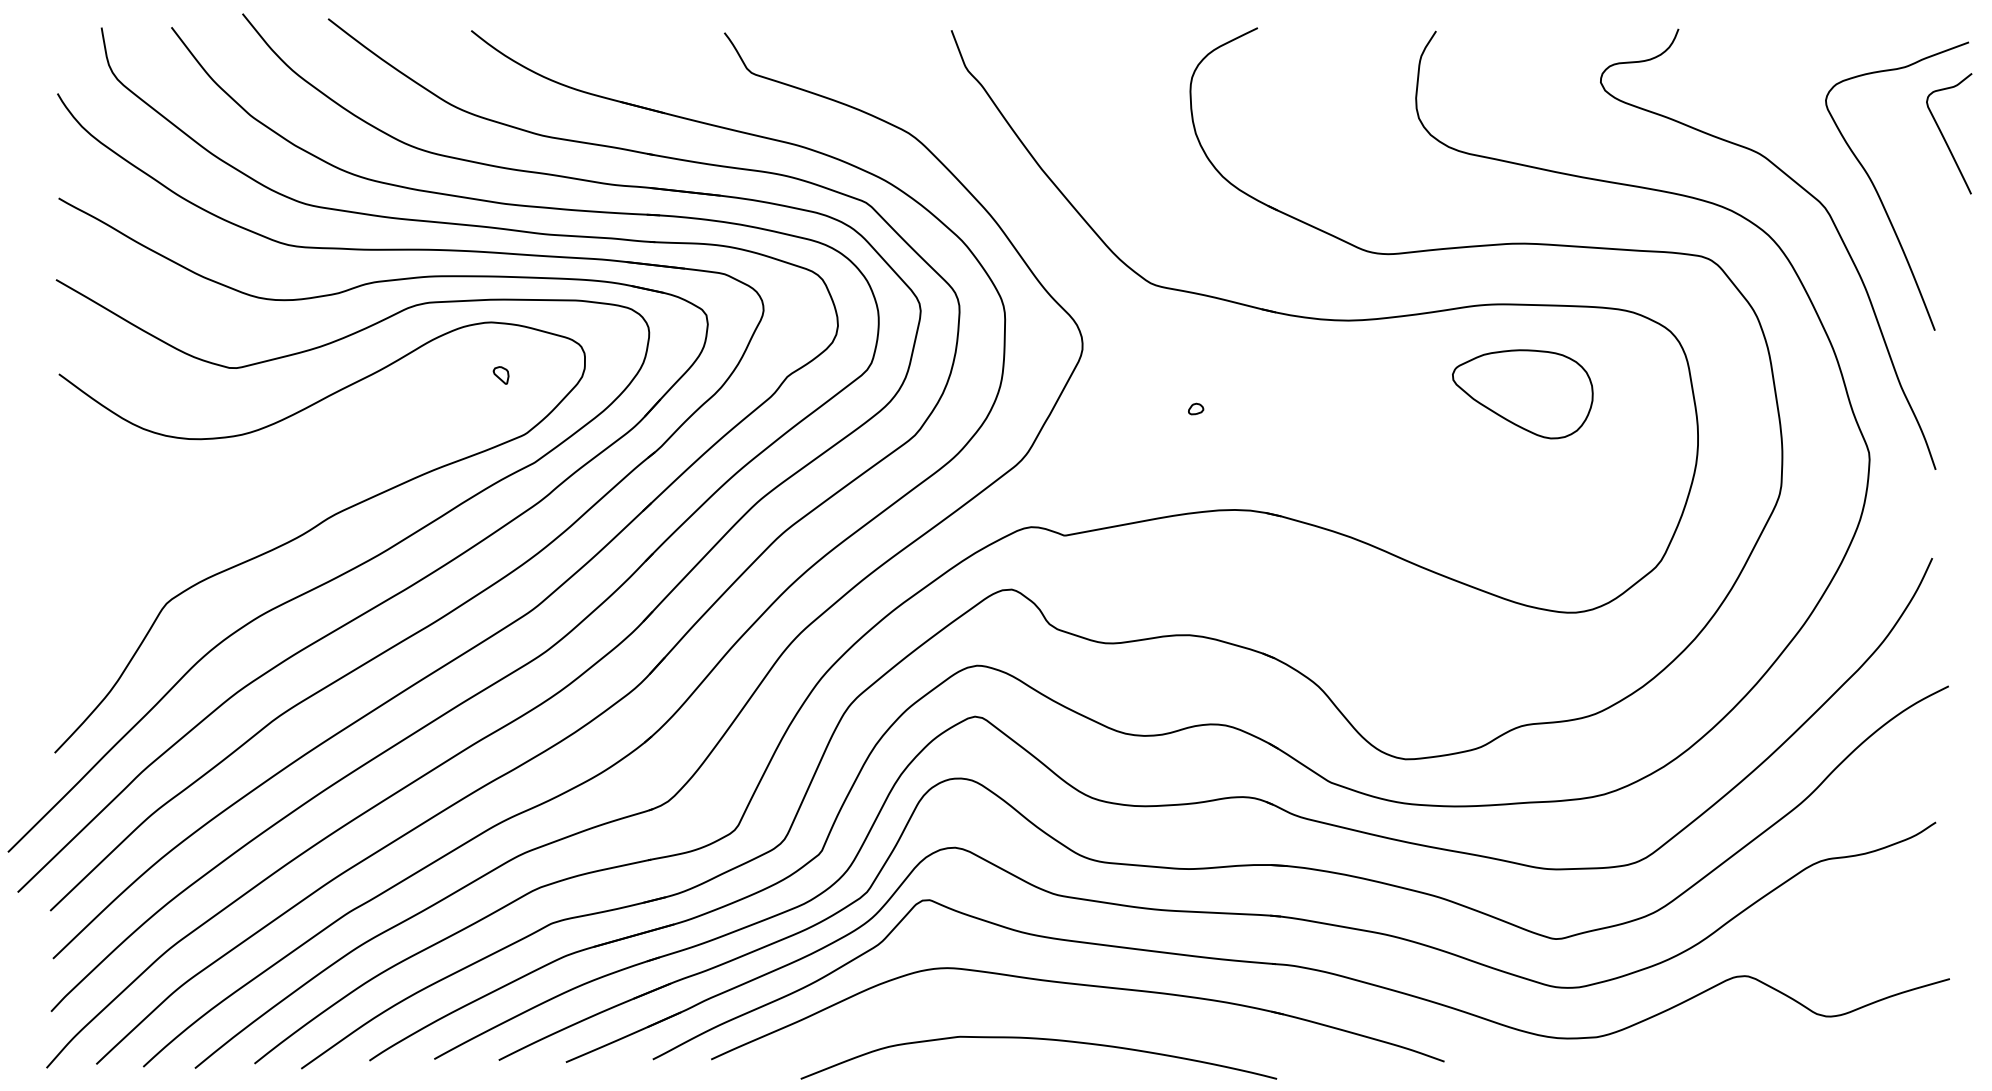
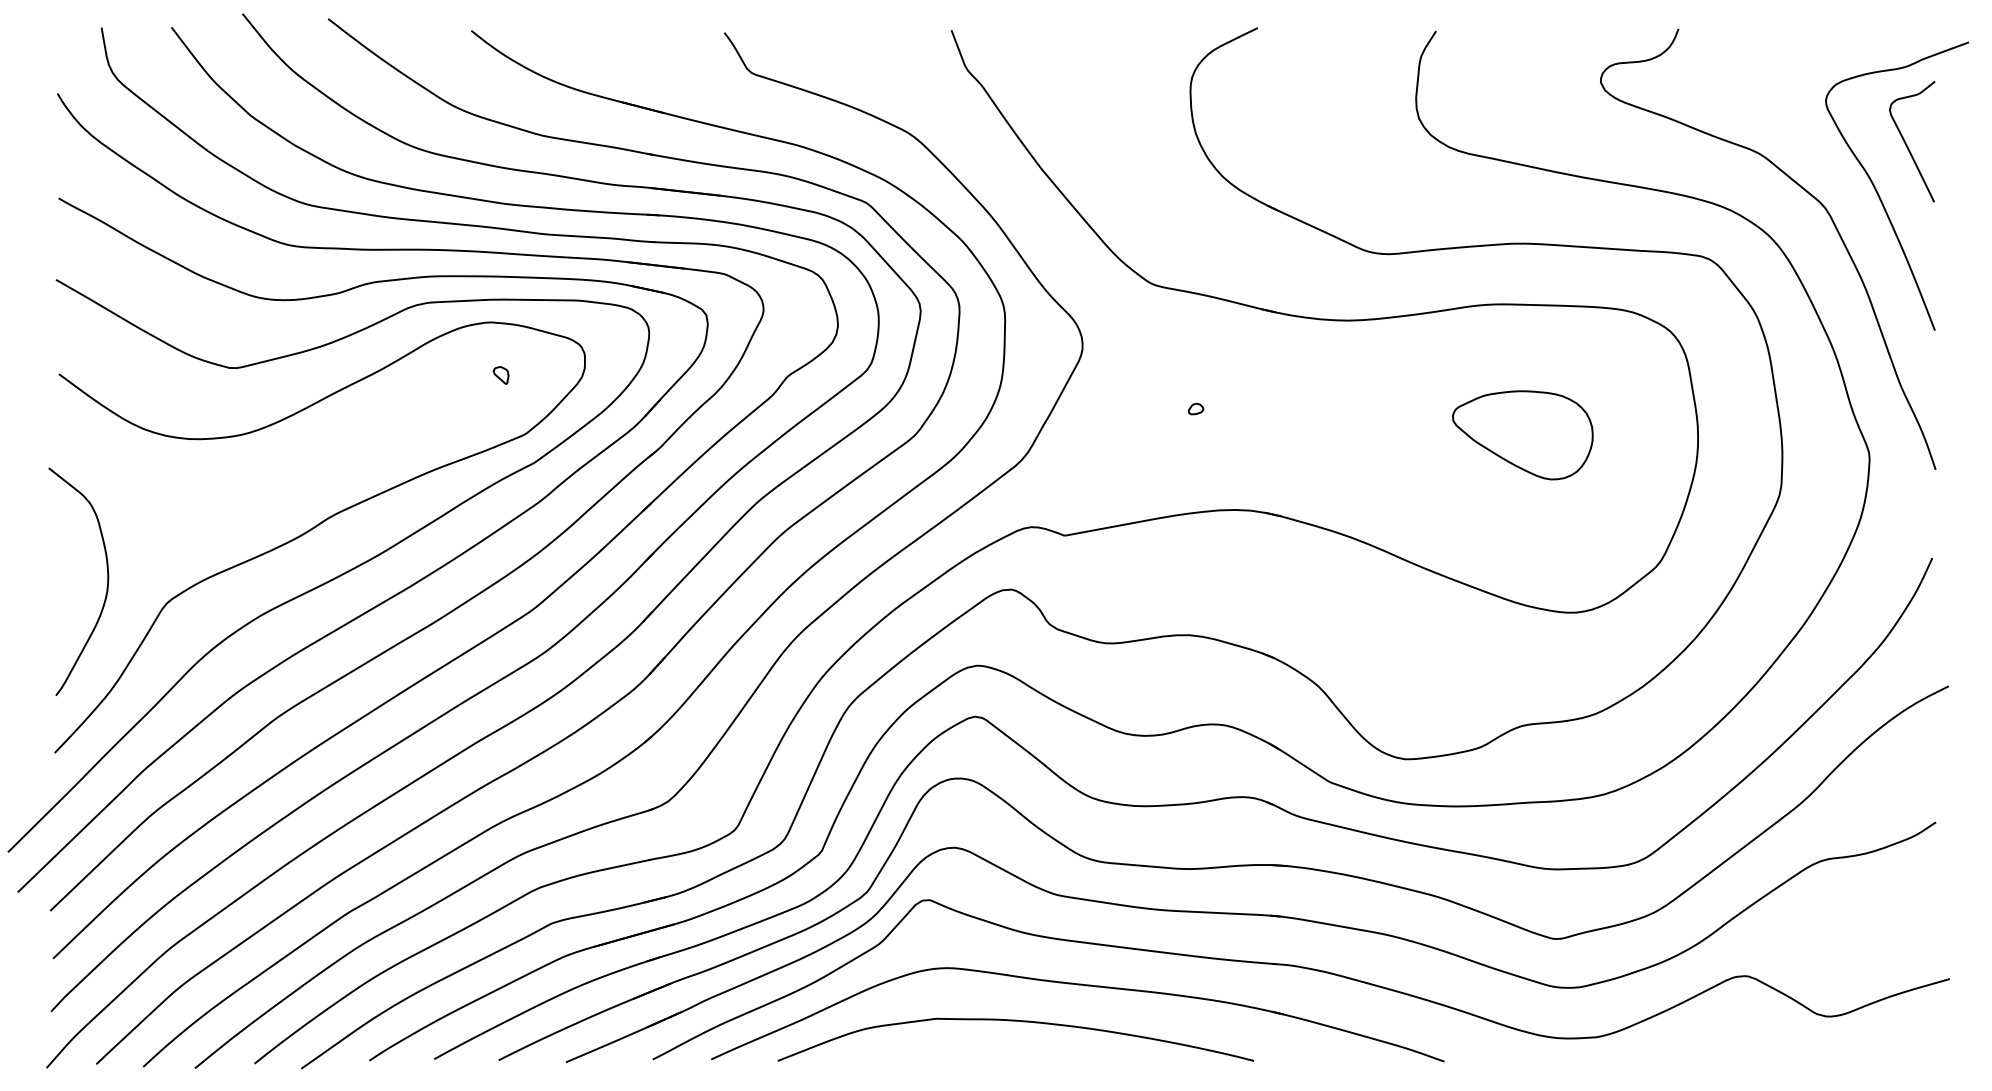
curve at (1944, 136) position: (1944, 136) -> (1907, 144)
part at (1522, 394) position: (1522, 394) -> (1522, 435)
curve at (106, 586): none -> present
curve at (1038, 1039) position: (1038, 1039) -> (1015, 1021)
